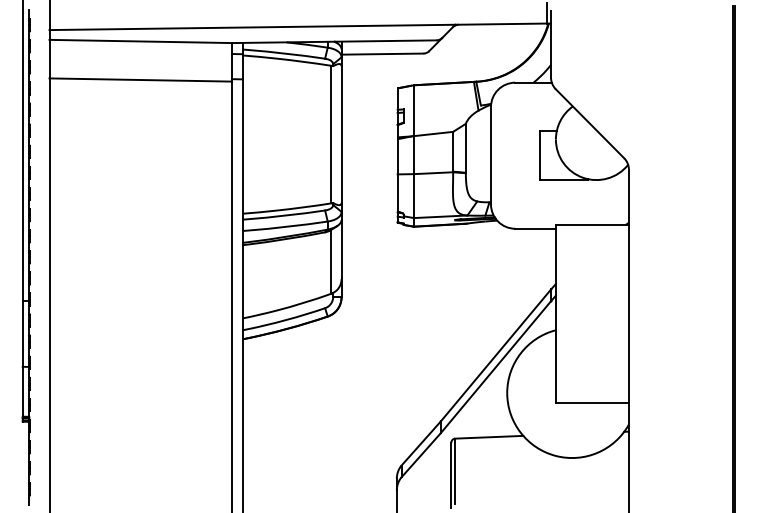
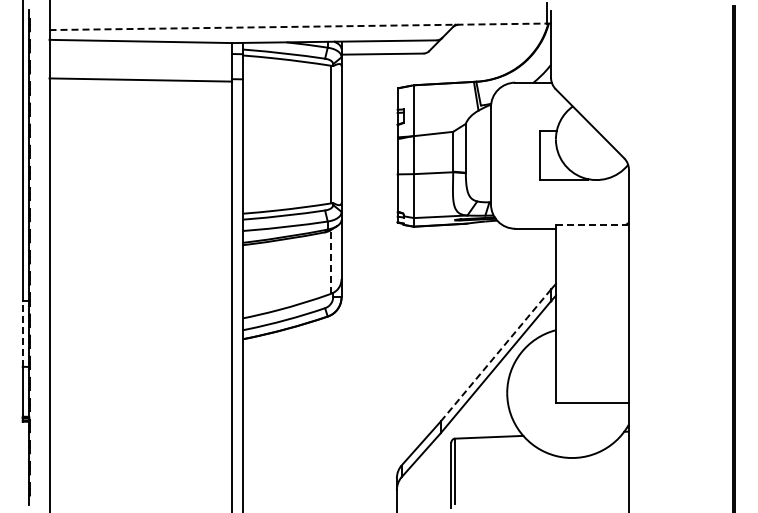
line at (298, 26): solid -> dashed
line at (592, 224): solid -> dashed
line at (330, 262): solid -> dashed
line at (22, 333): solid -> dashed
line at (495, 355): solid -> dashed
